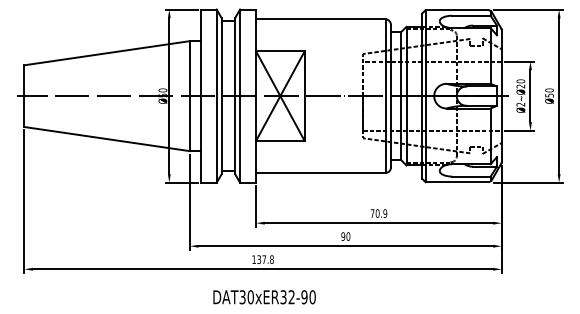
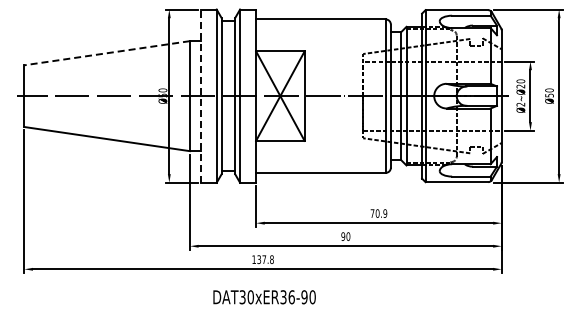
line at (107, 53): solid -> dashed
line at (201, 96): solid -> dashed
text at (291, 297): DAT30xER32-90 -> DAT30xER36-90
